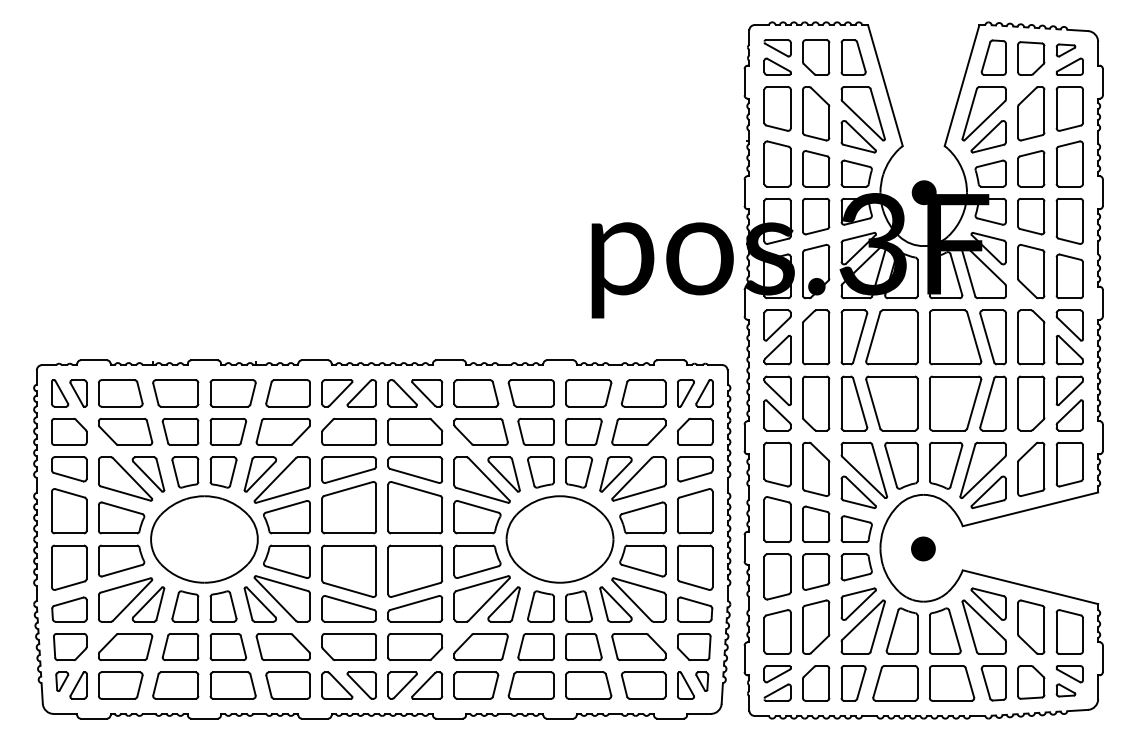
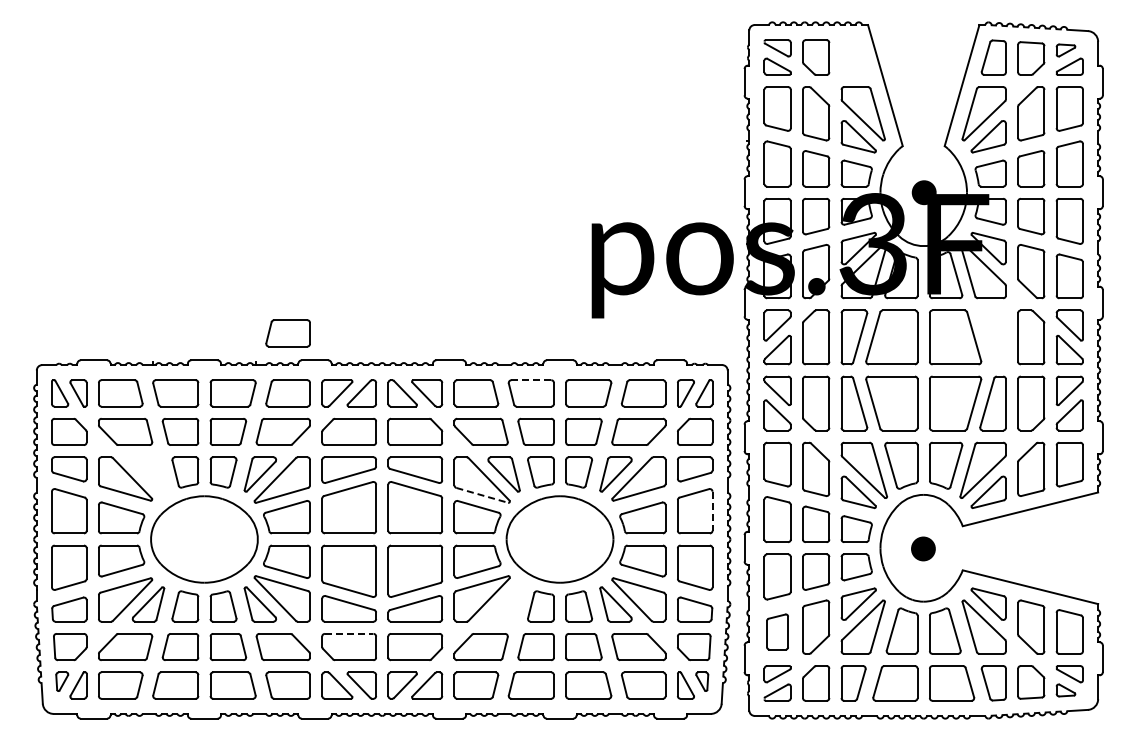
part at (853, 57): present -> none
part at (287, 333): none -> present
part at (992, 337): present -> none
line at (531, 380): solid -> dashed
part at (148, 474): present -> none
line at (482, 495): solid -> dashed
line at (712, 511): solid -> dashed
part at (503, 604): present -> none
part at (777, 631) size: 29x46 px -> 23x38 px
line at (349, 633): solid -> dashed
